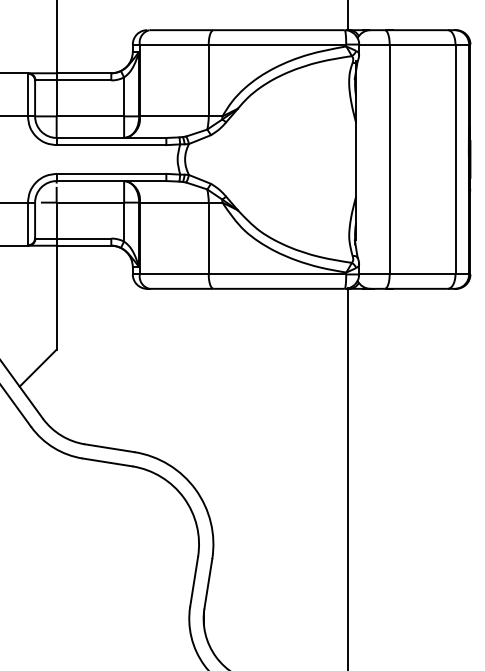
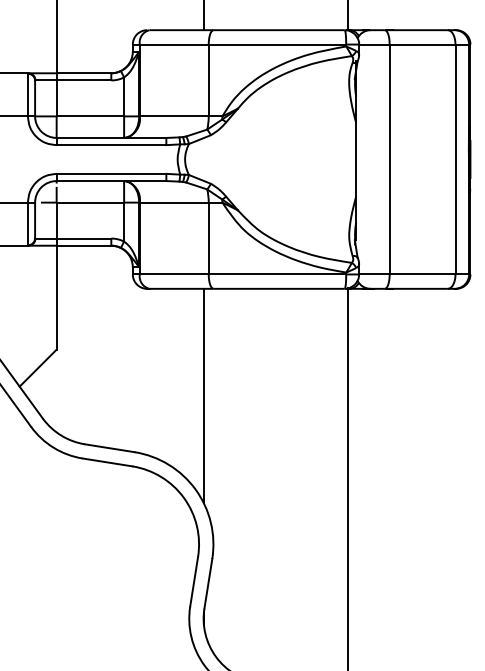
line at (203, 16): none -> present
line at (203, 395): none -> present
